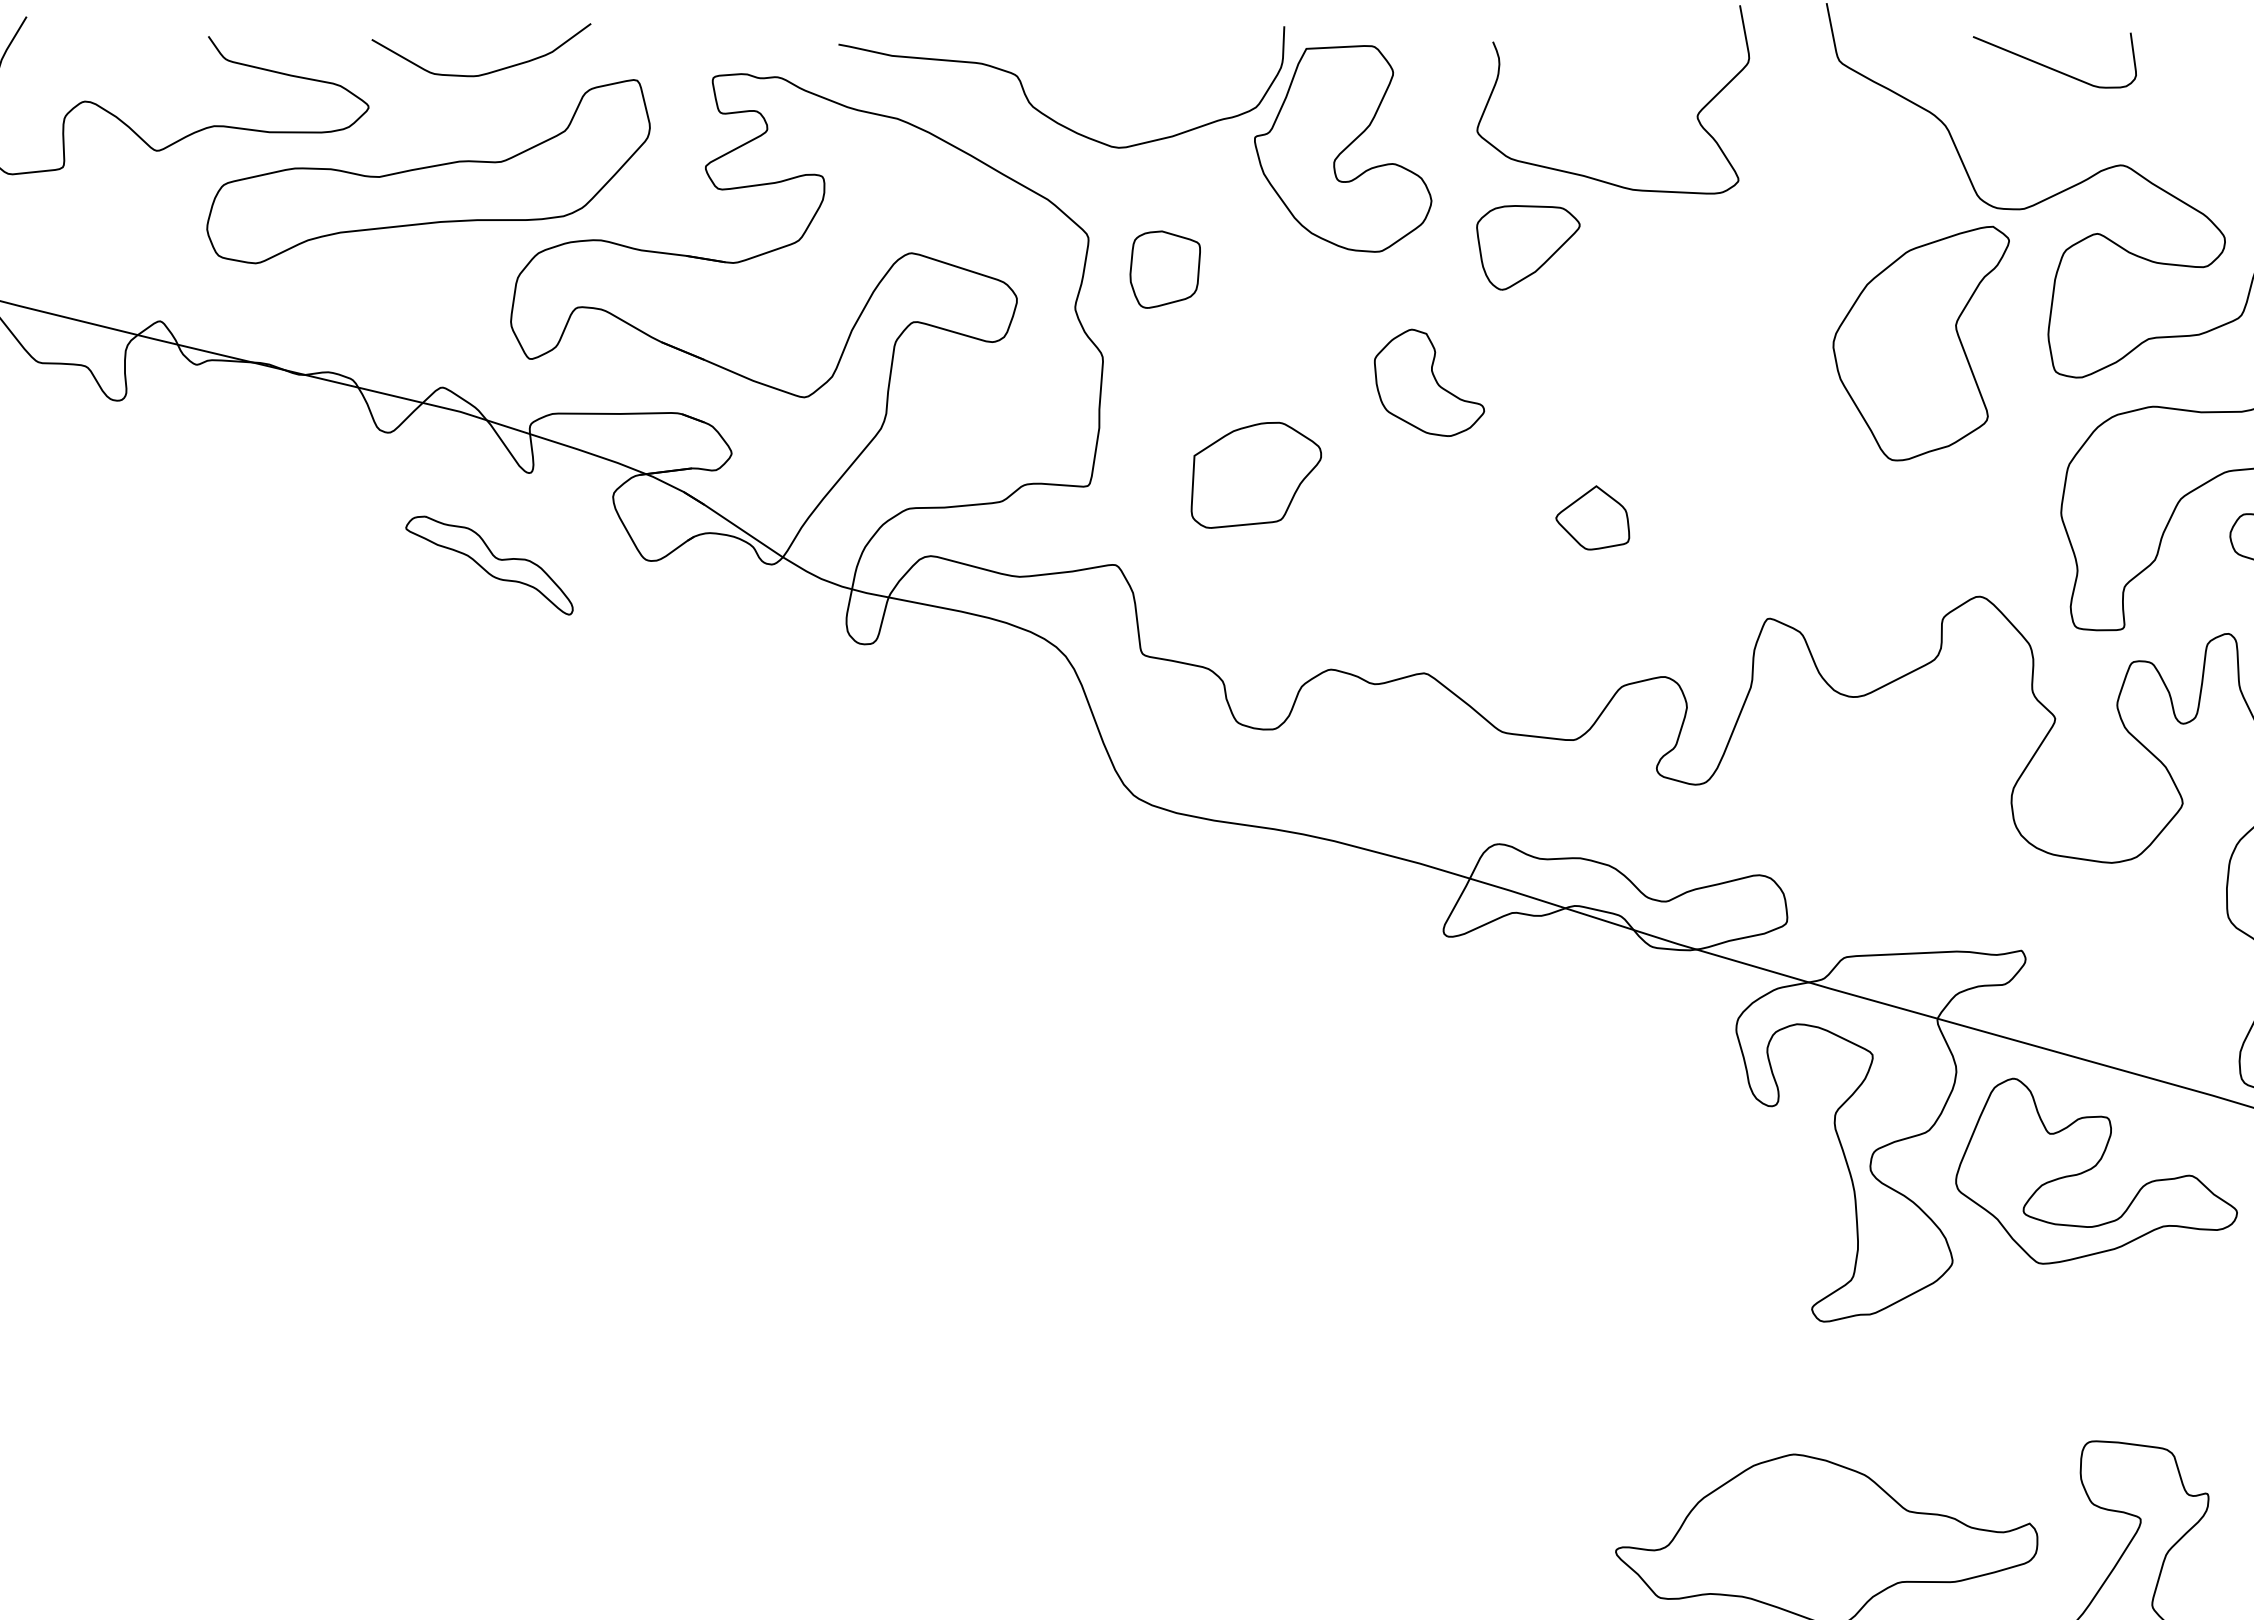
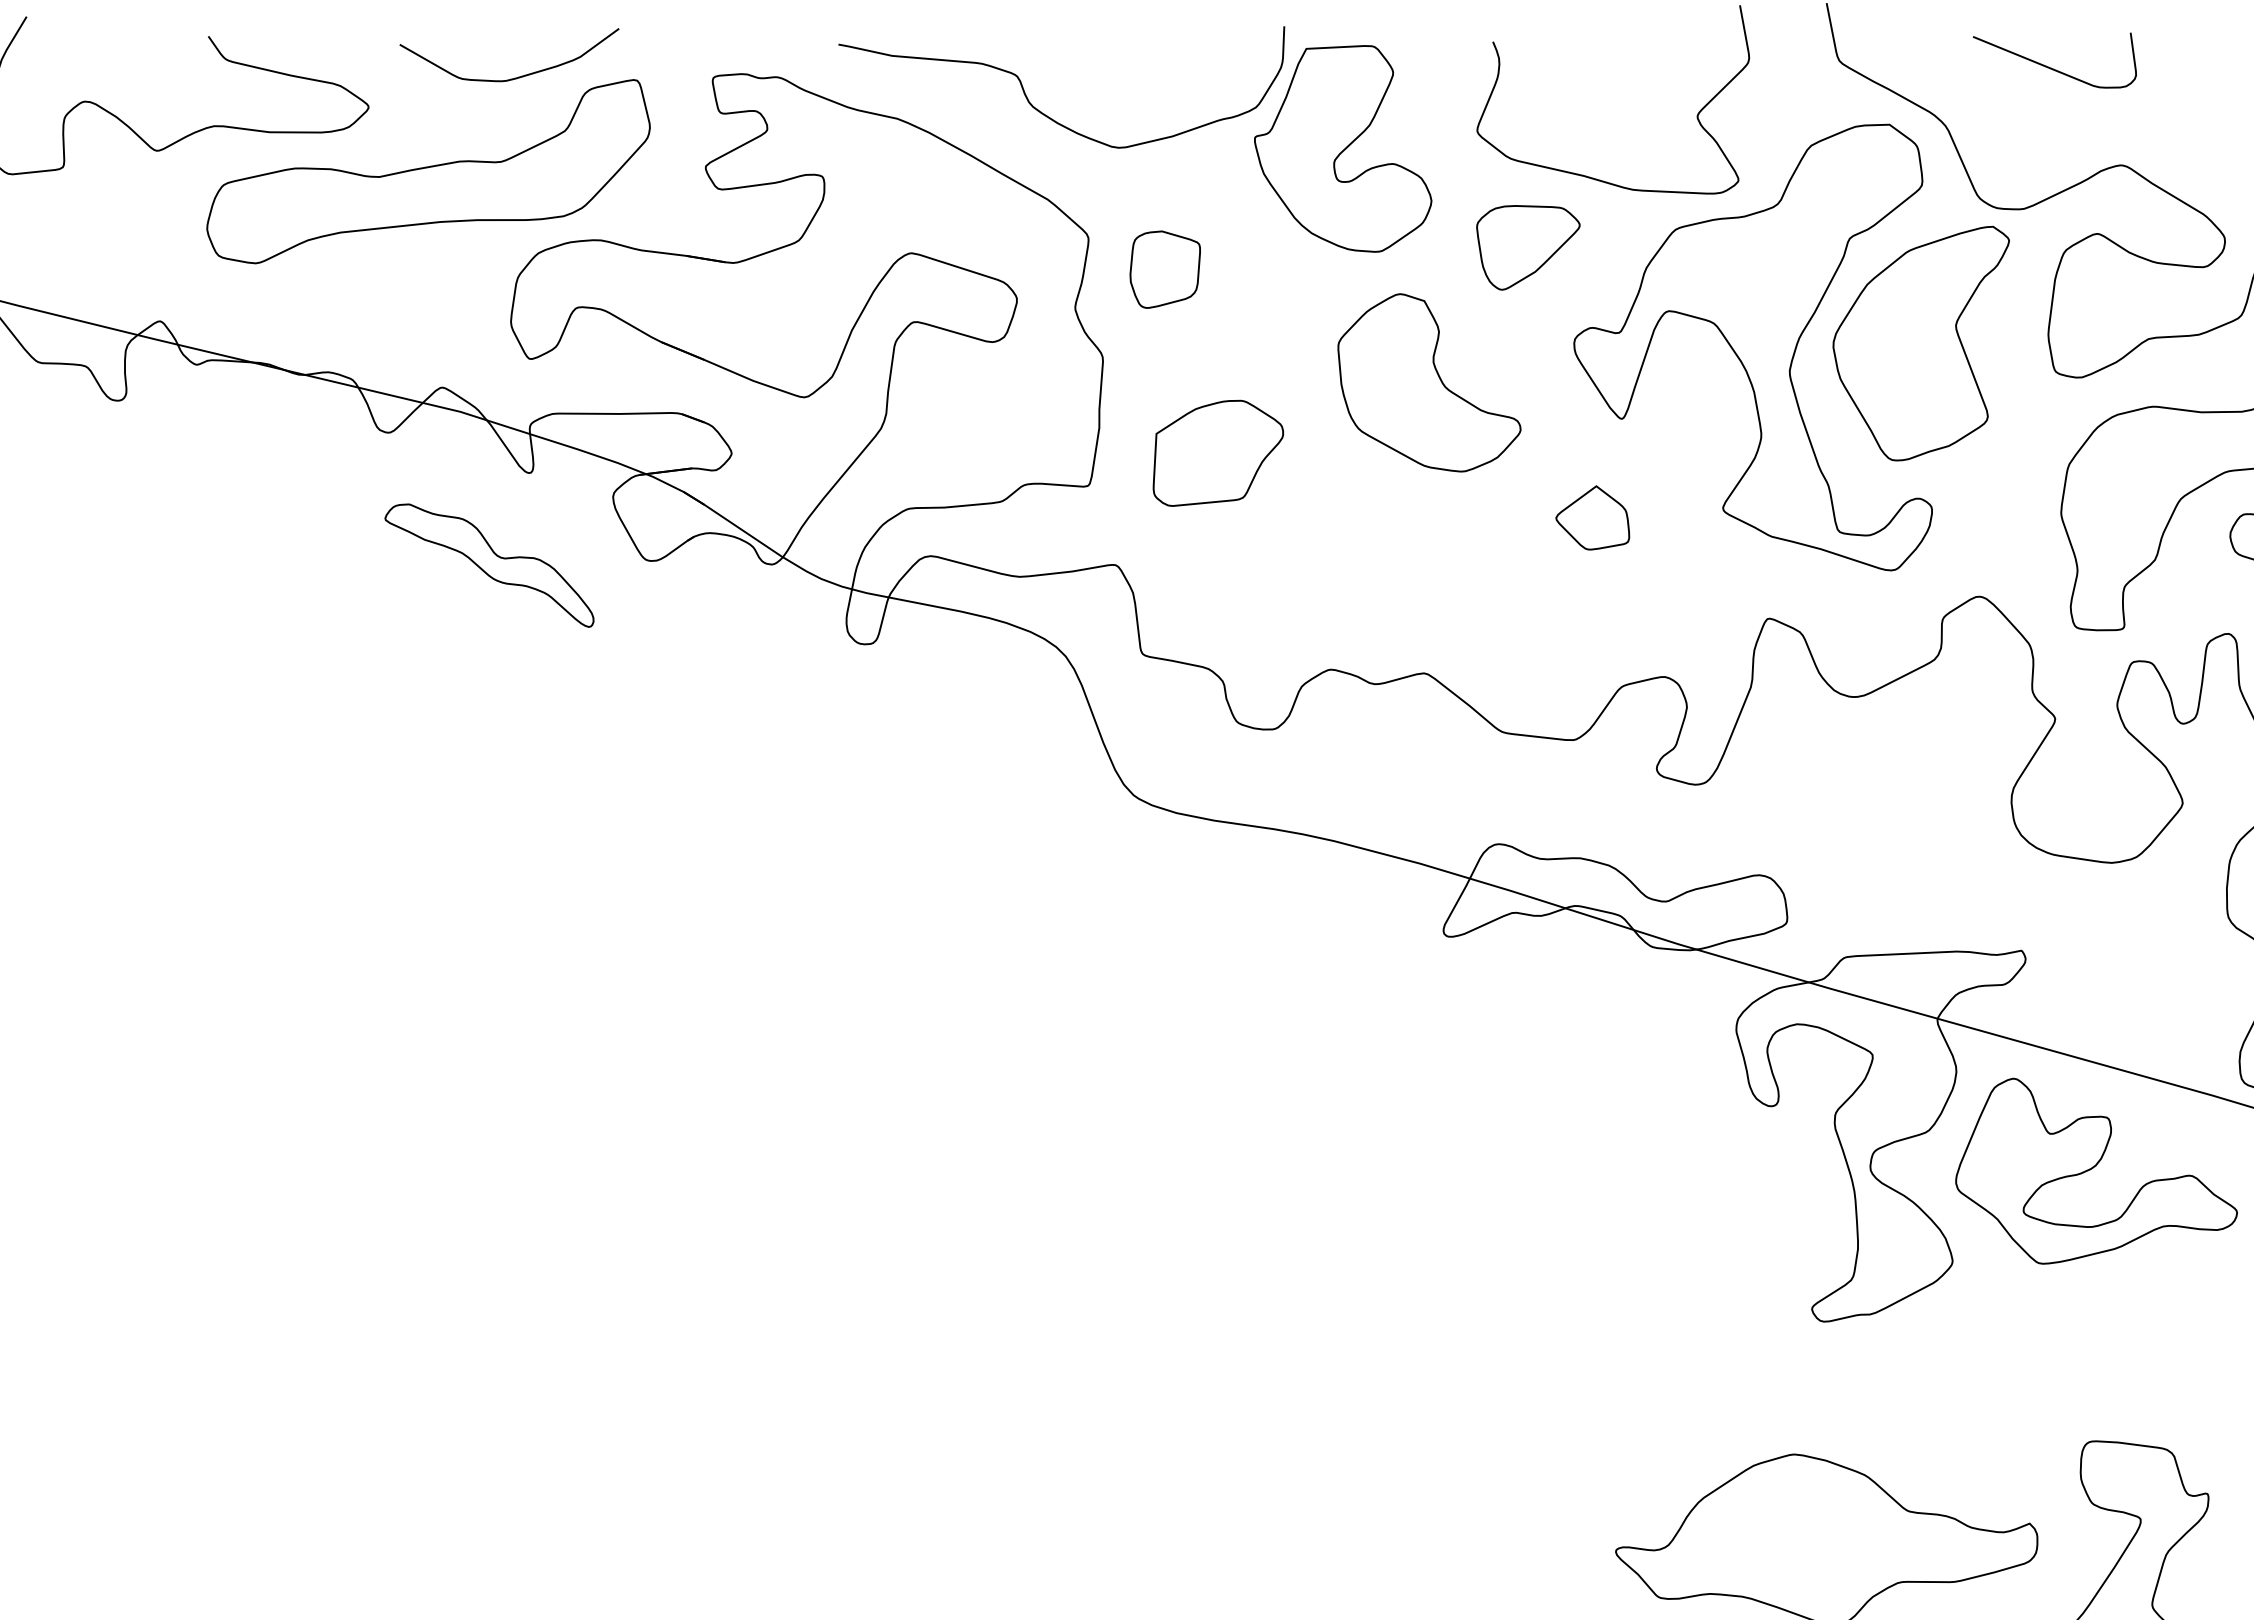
curve at (486, 72) position: (486, 72) -> (514, 77)
part at (1752, 347): none -> present
part at (1429, 382) size: 112x109 px -> 185x180 px
part at (1255, 474) position: (1255, 474) -> (1217, 452)
part at (489, 565) size: 169x101 px -> 211x125 px
